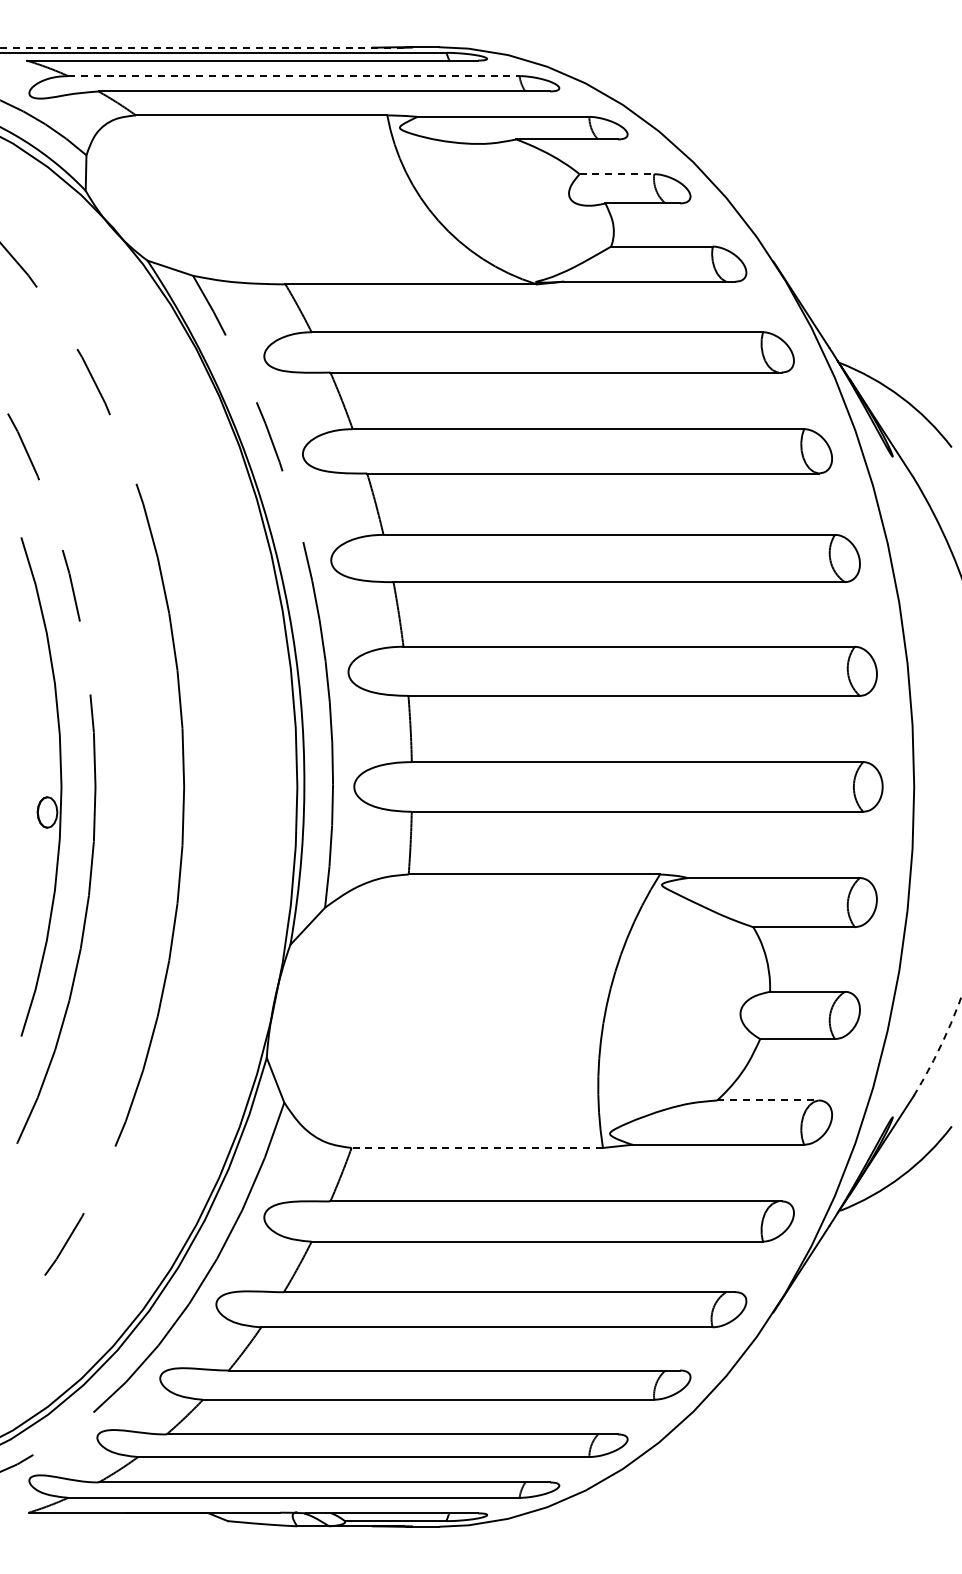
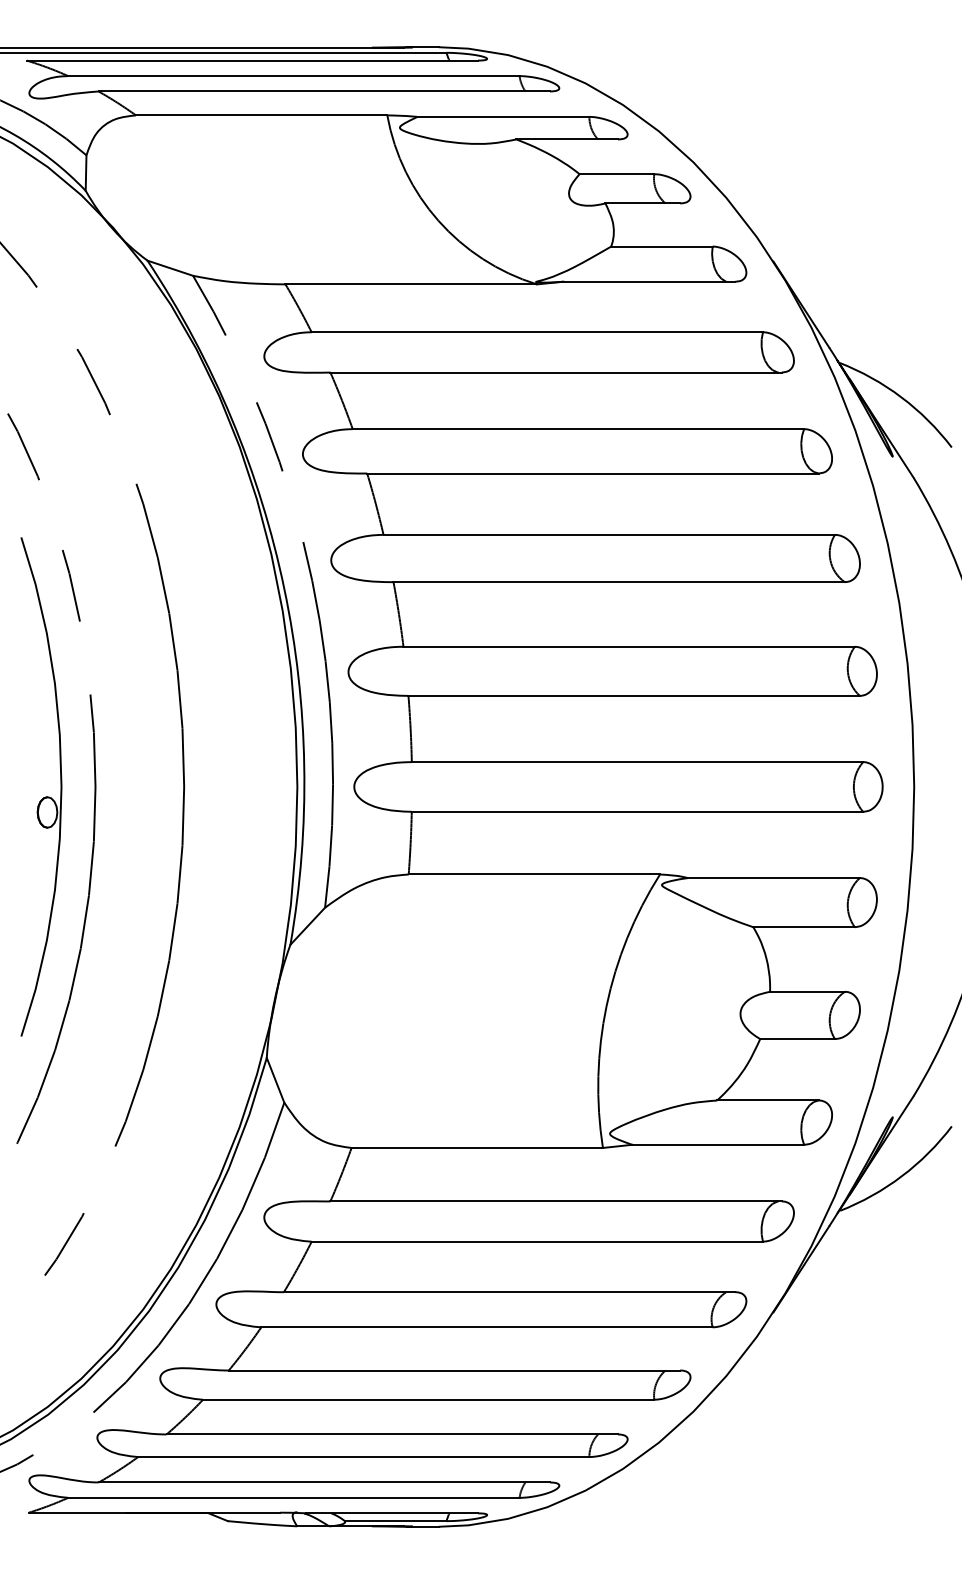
line at (202, 47): dashed -> solid
line at (293, 76): dashed -> solid
line at (617, 174): dashed -> solid
arc at (940, 1046): dashed -> solid
line at (767, 1100): dashed -> solid
line at (477, 1147): dashed -> solid
